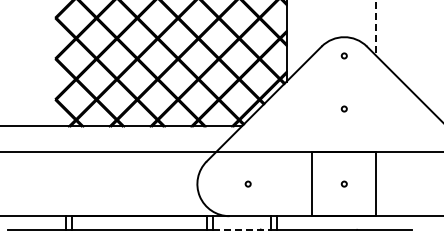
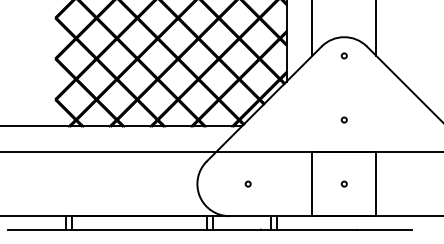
line at (312, 28): none -> present
line at (376, 28): dashed -> solid
circle at (343, 108) position: (343, 108) -> (343, 119)
line at (241, 229): dashed -> solid
